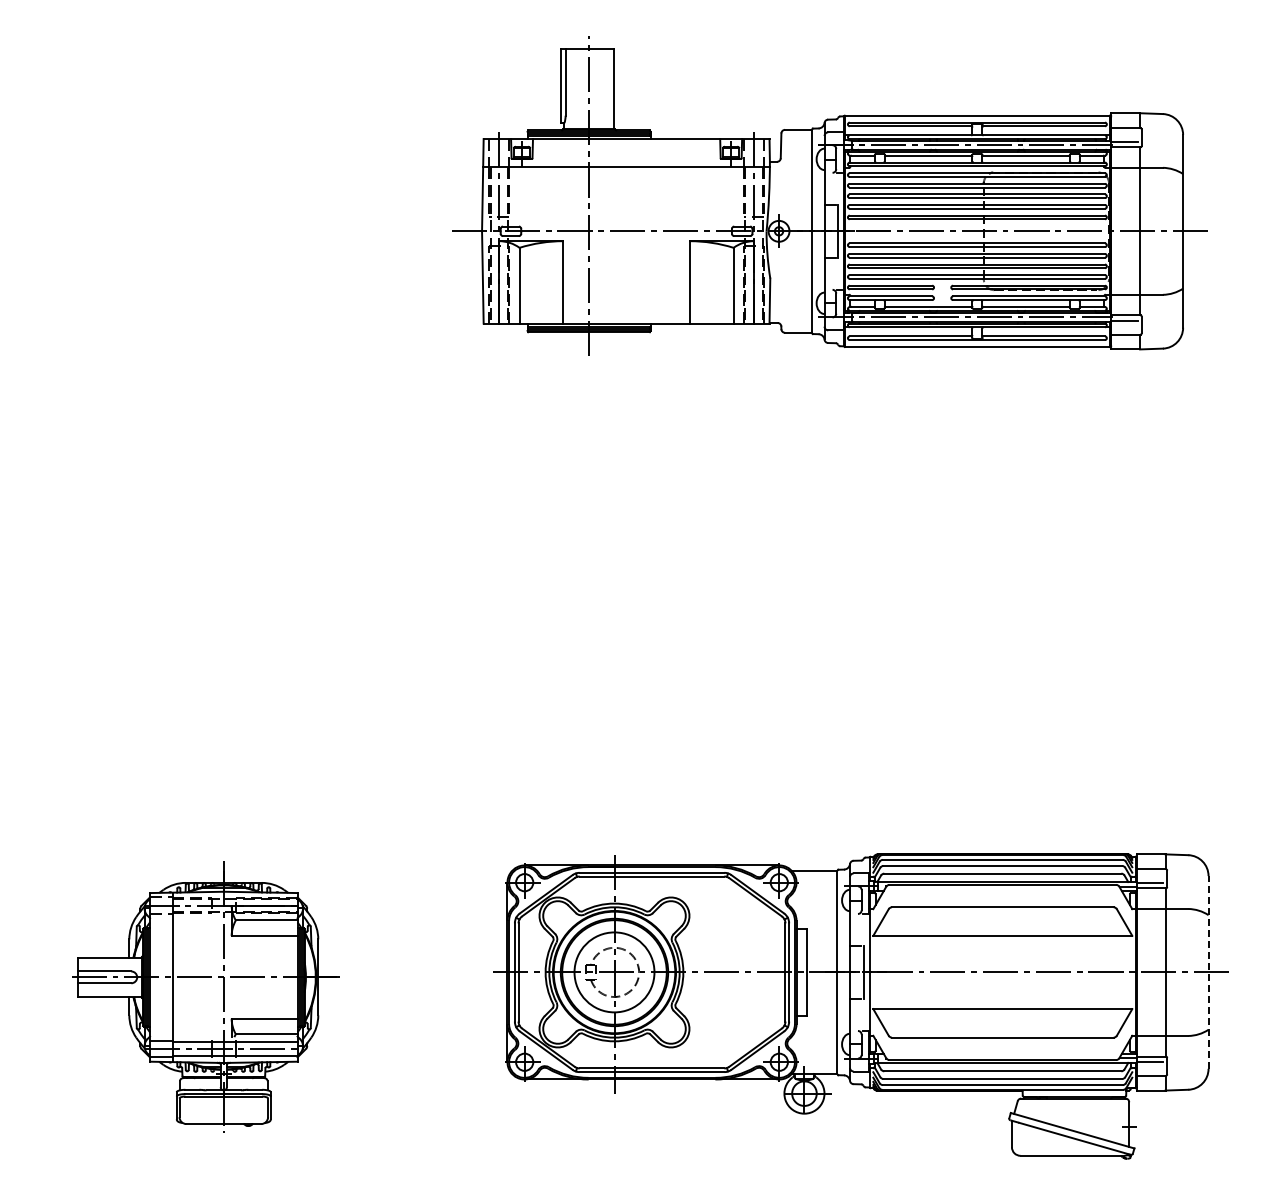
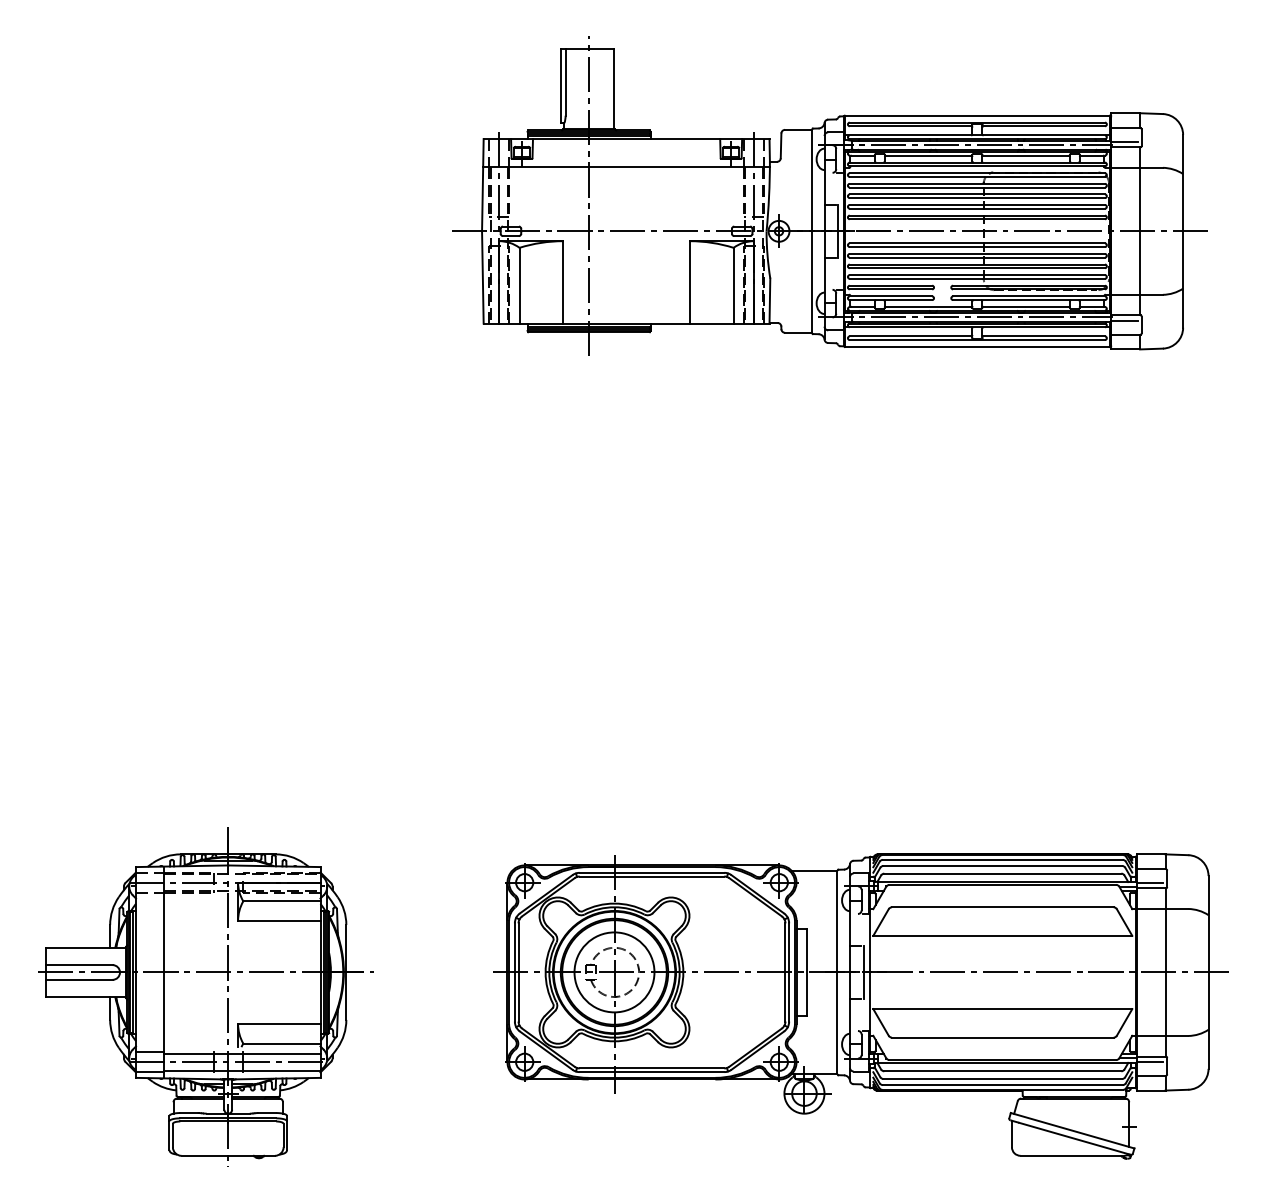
line at (1208, 971): dashed -> solid
part at (205, 996) size: 268x272 px -> 336x340 px
